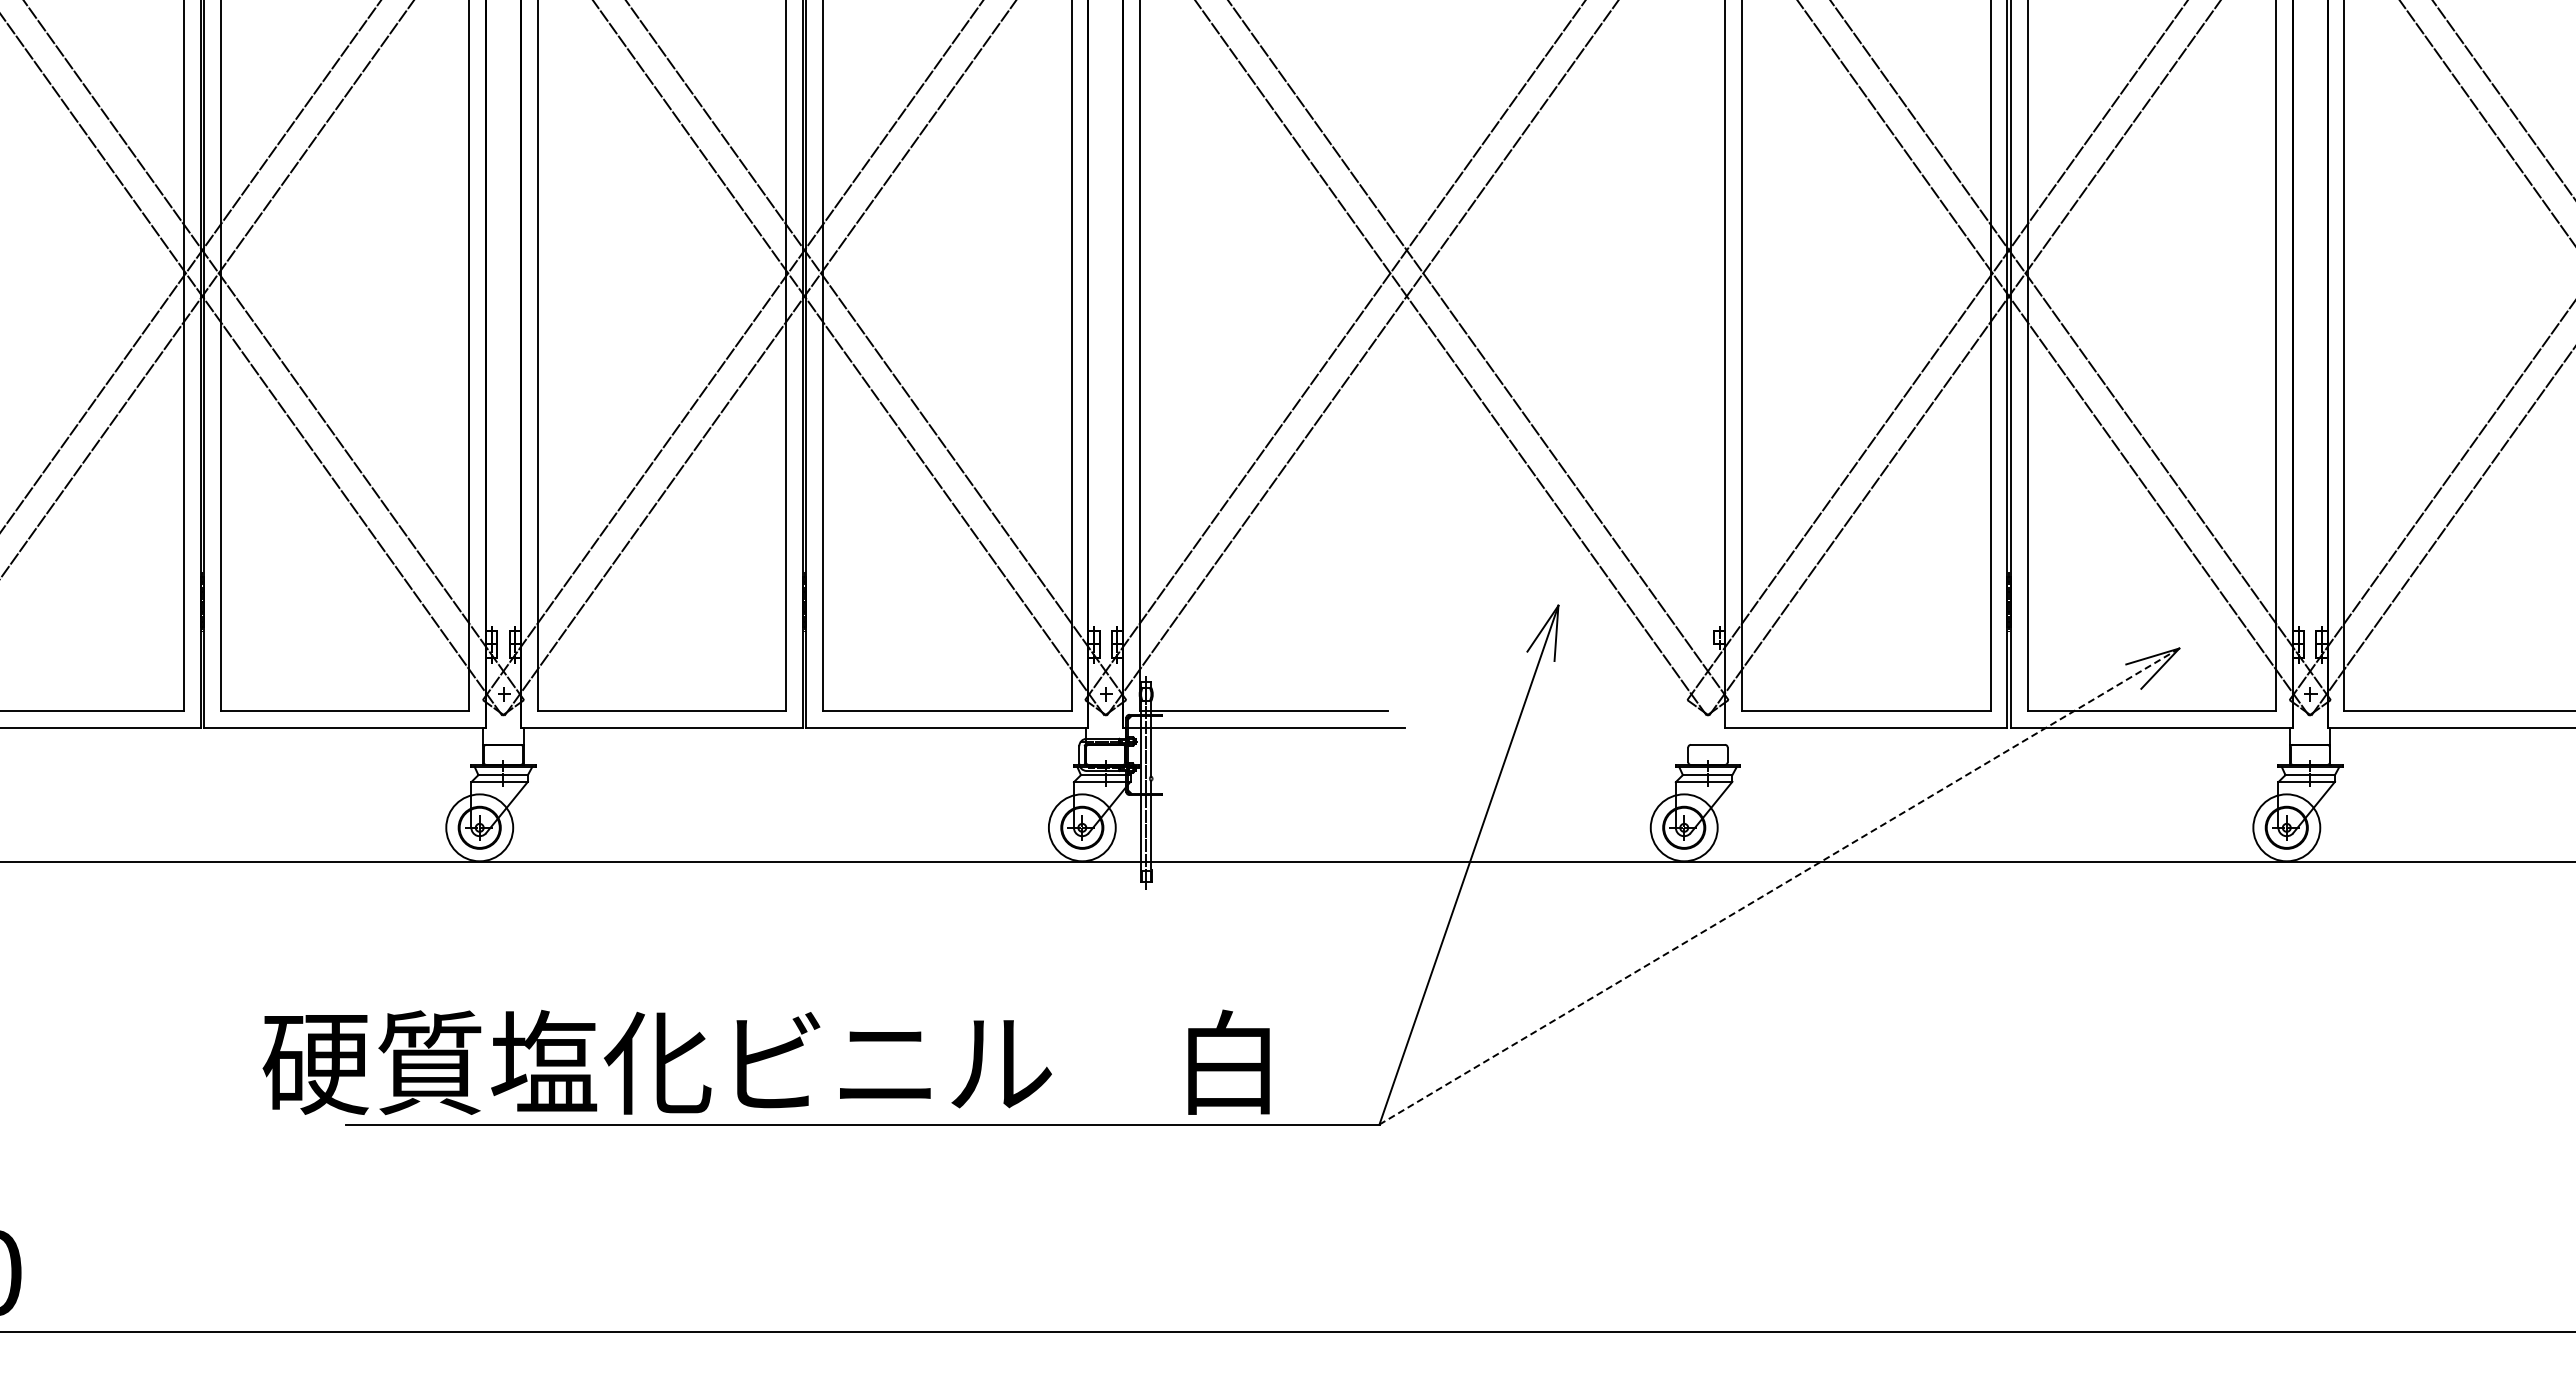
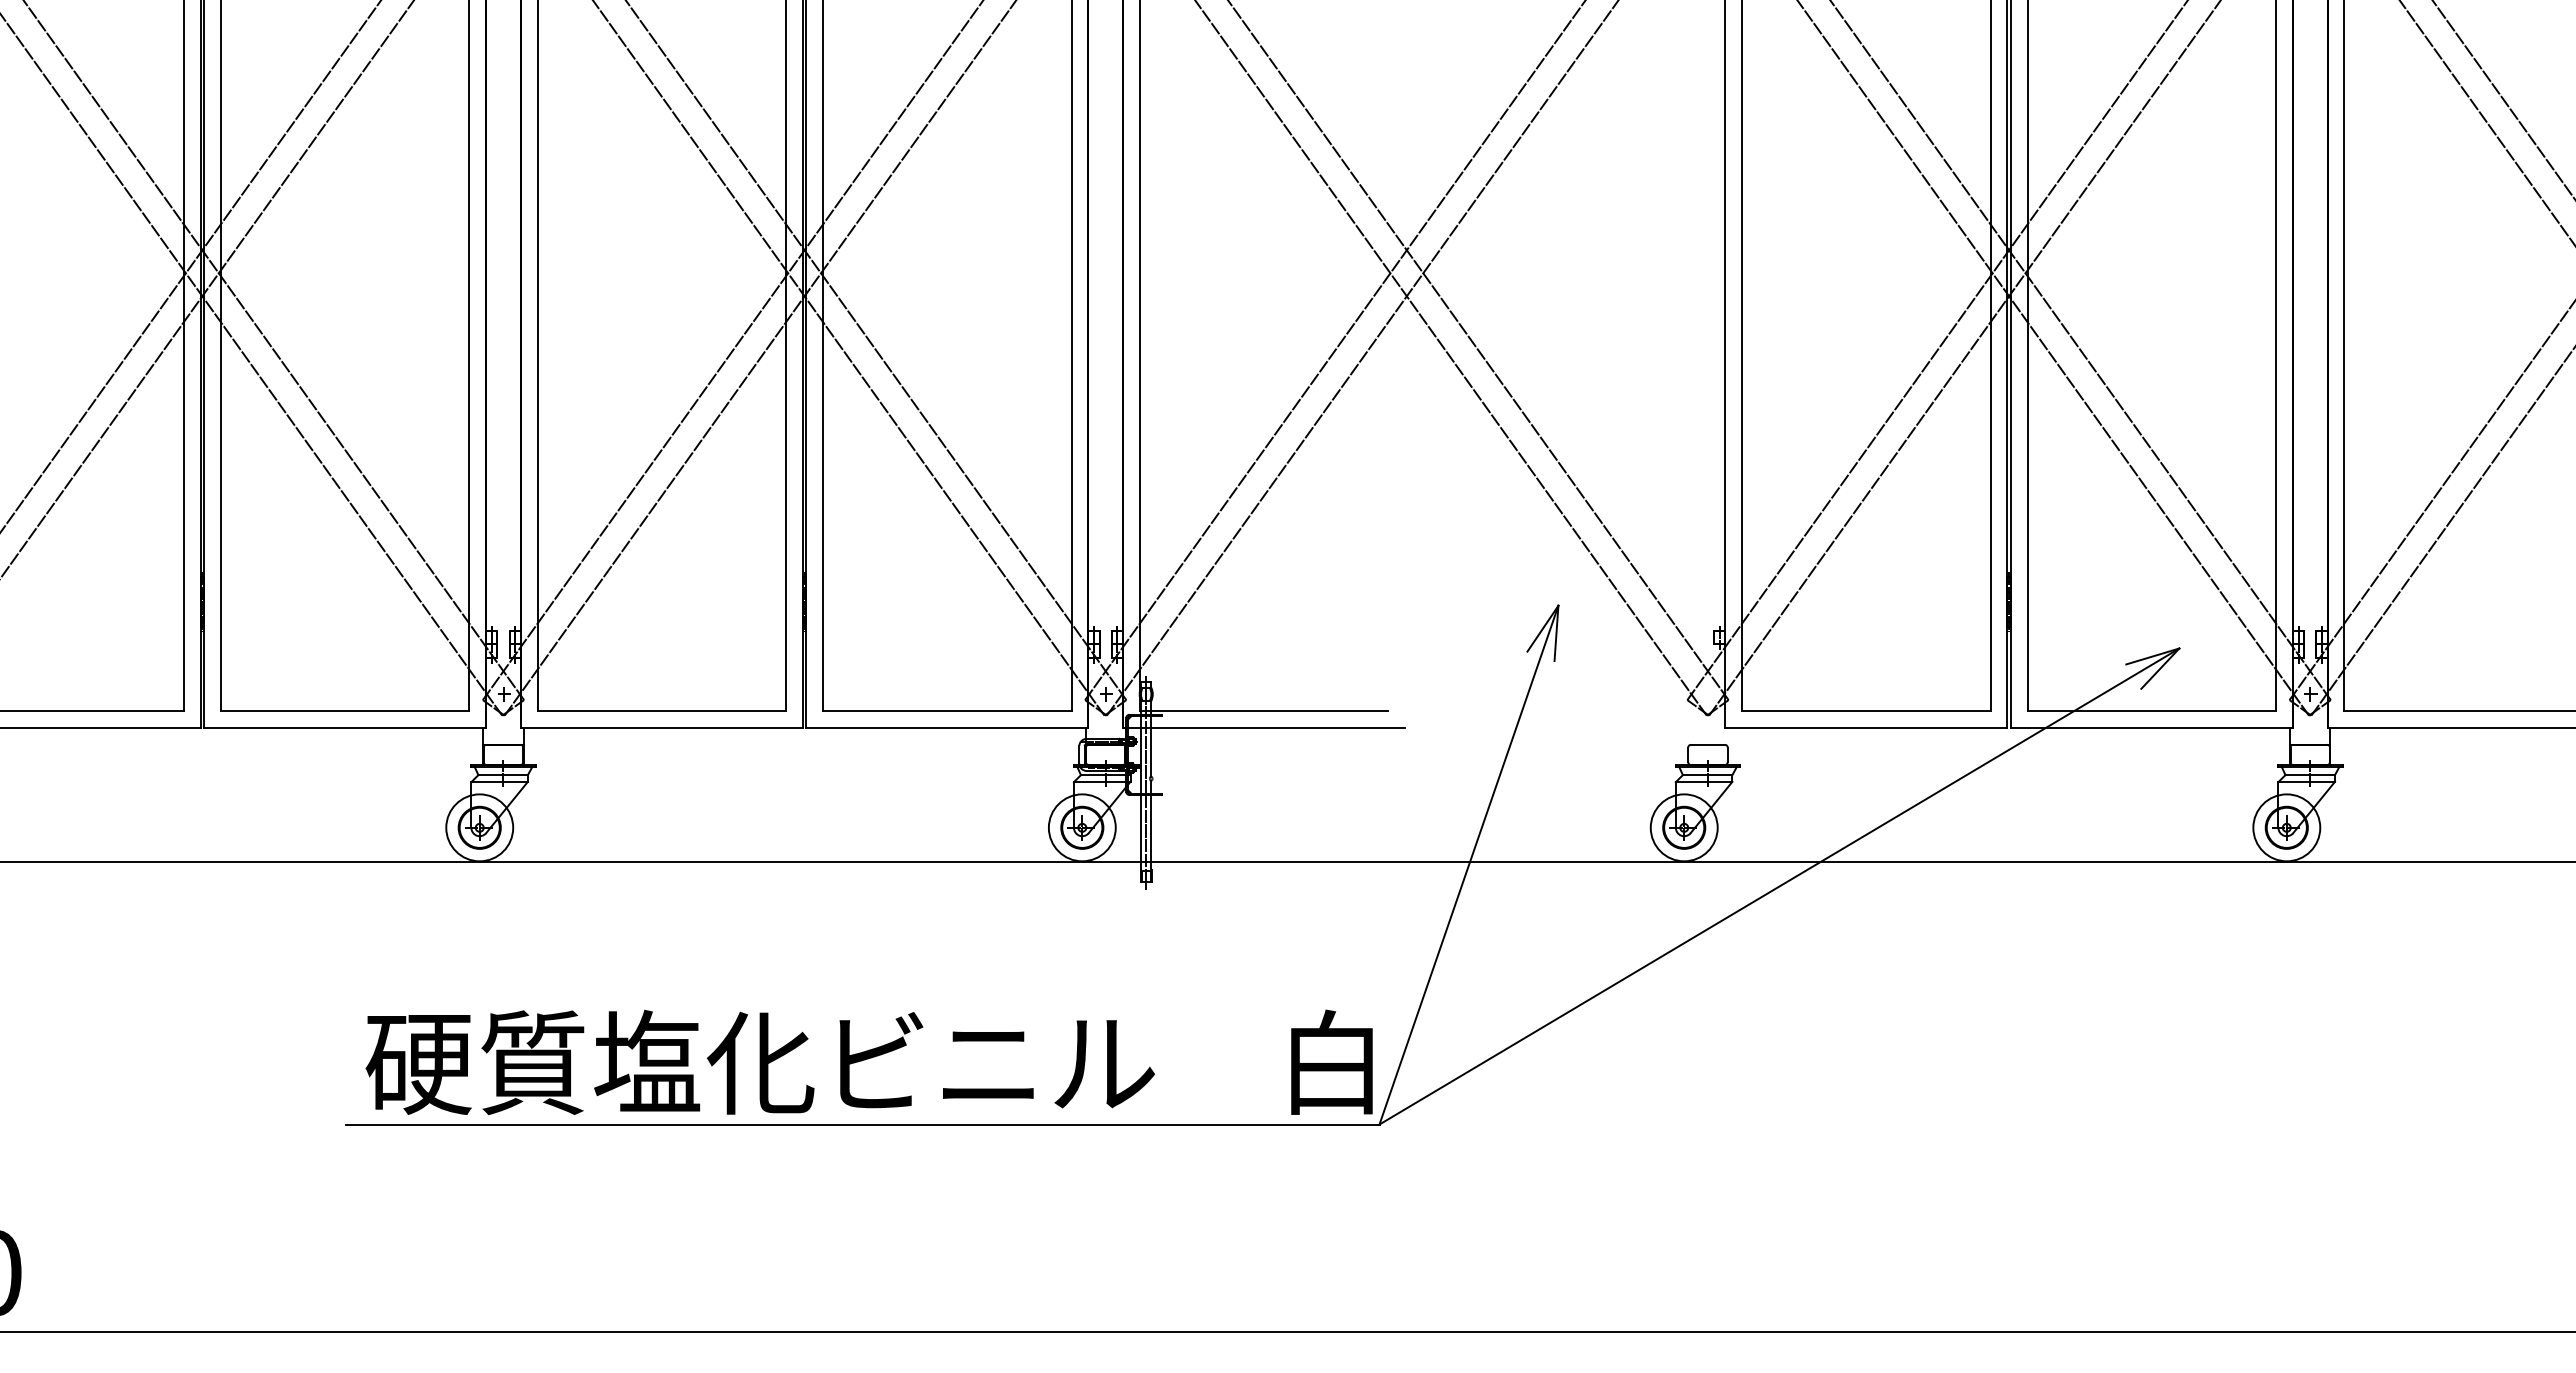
line at (1778, 886): dashed -> solid
text at (765, 1062) position: (765, 1062) -> (868, 1062)
